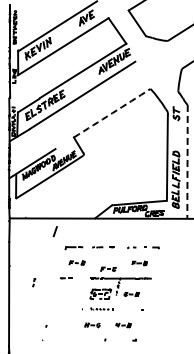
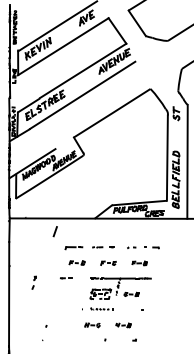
arc at (112, 113): dashed -> solid
line at (187, 161): dashed -> solid
part at (108, 268) position: (108, 268) -> (108, 262)
part at (34, 282) size: 5x10 px -> 6x15 px
